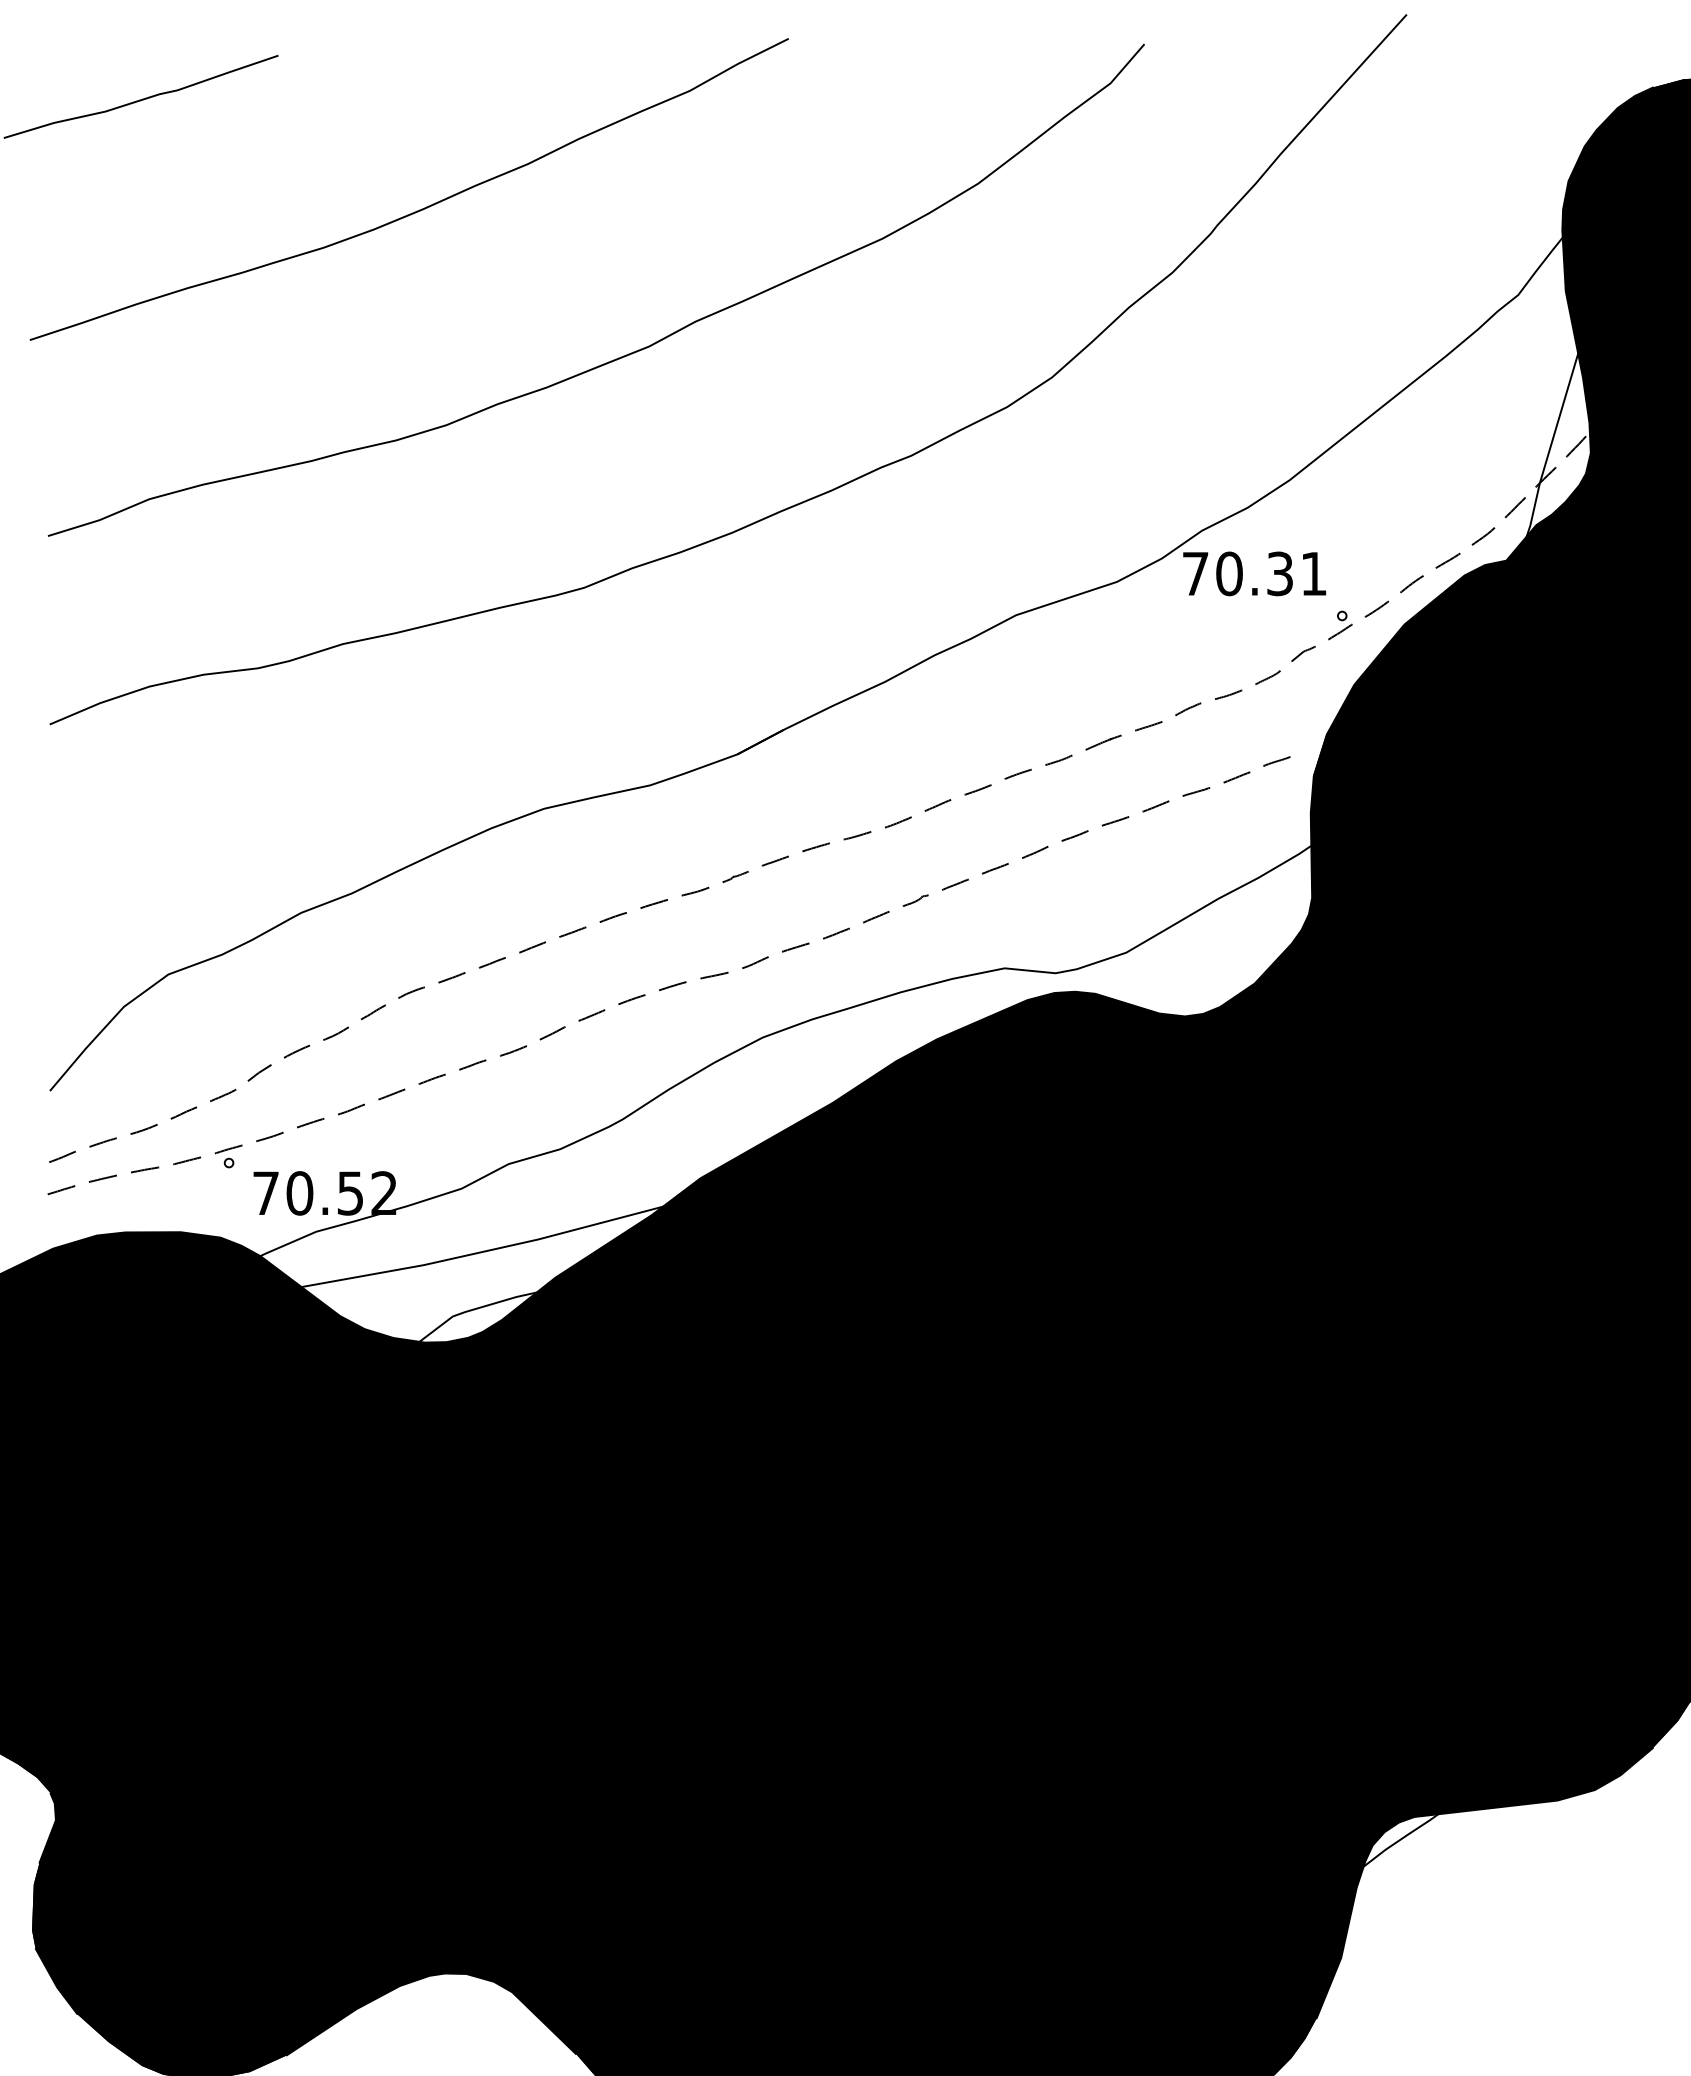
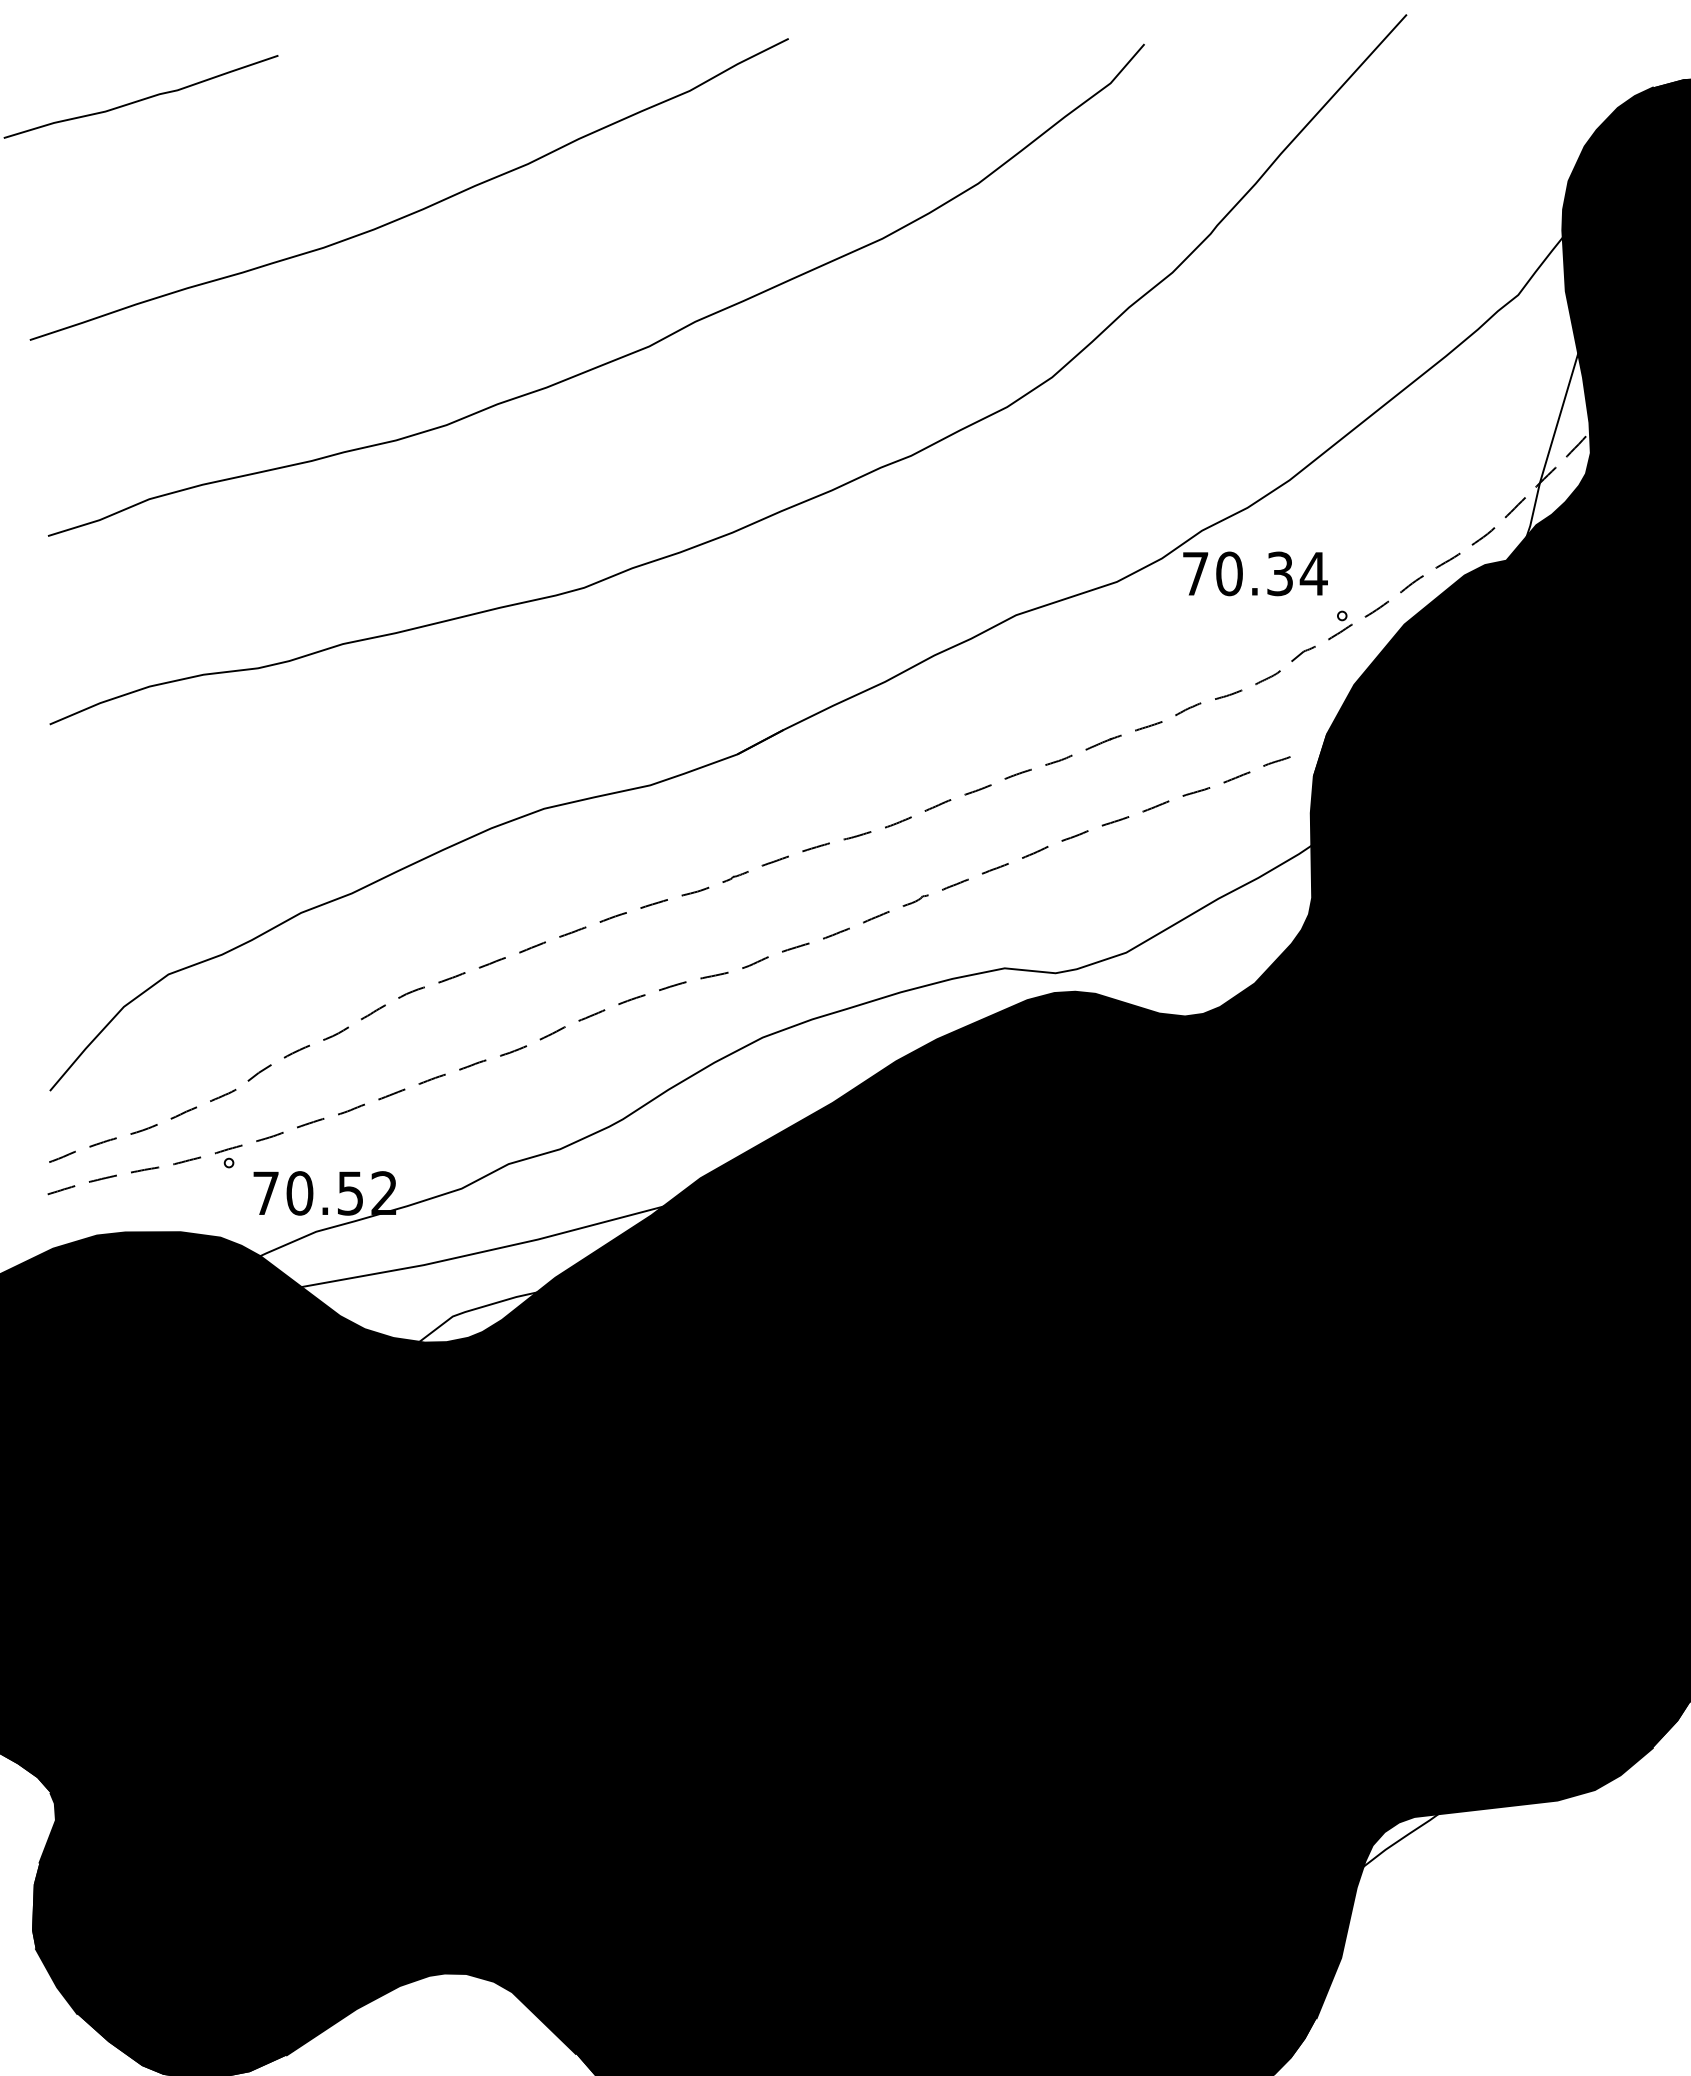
text at (1313, 573): 70.31 -> 70.34
